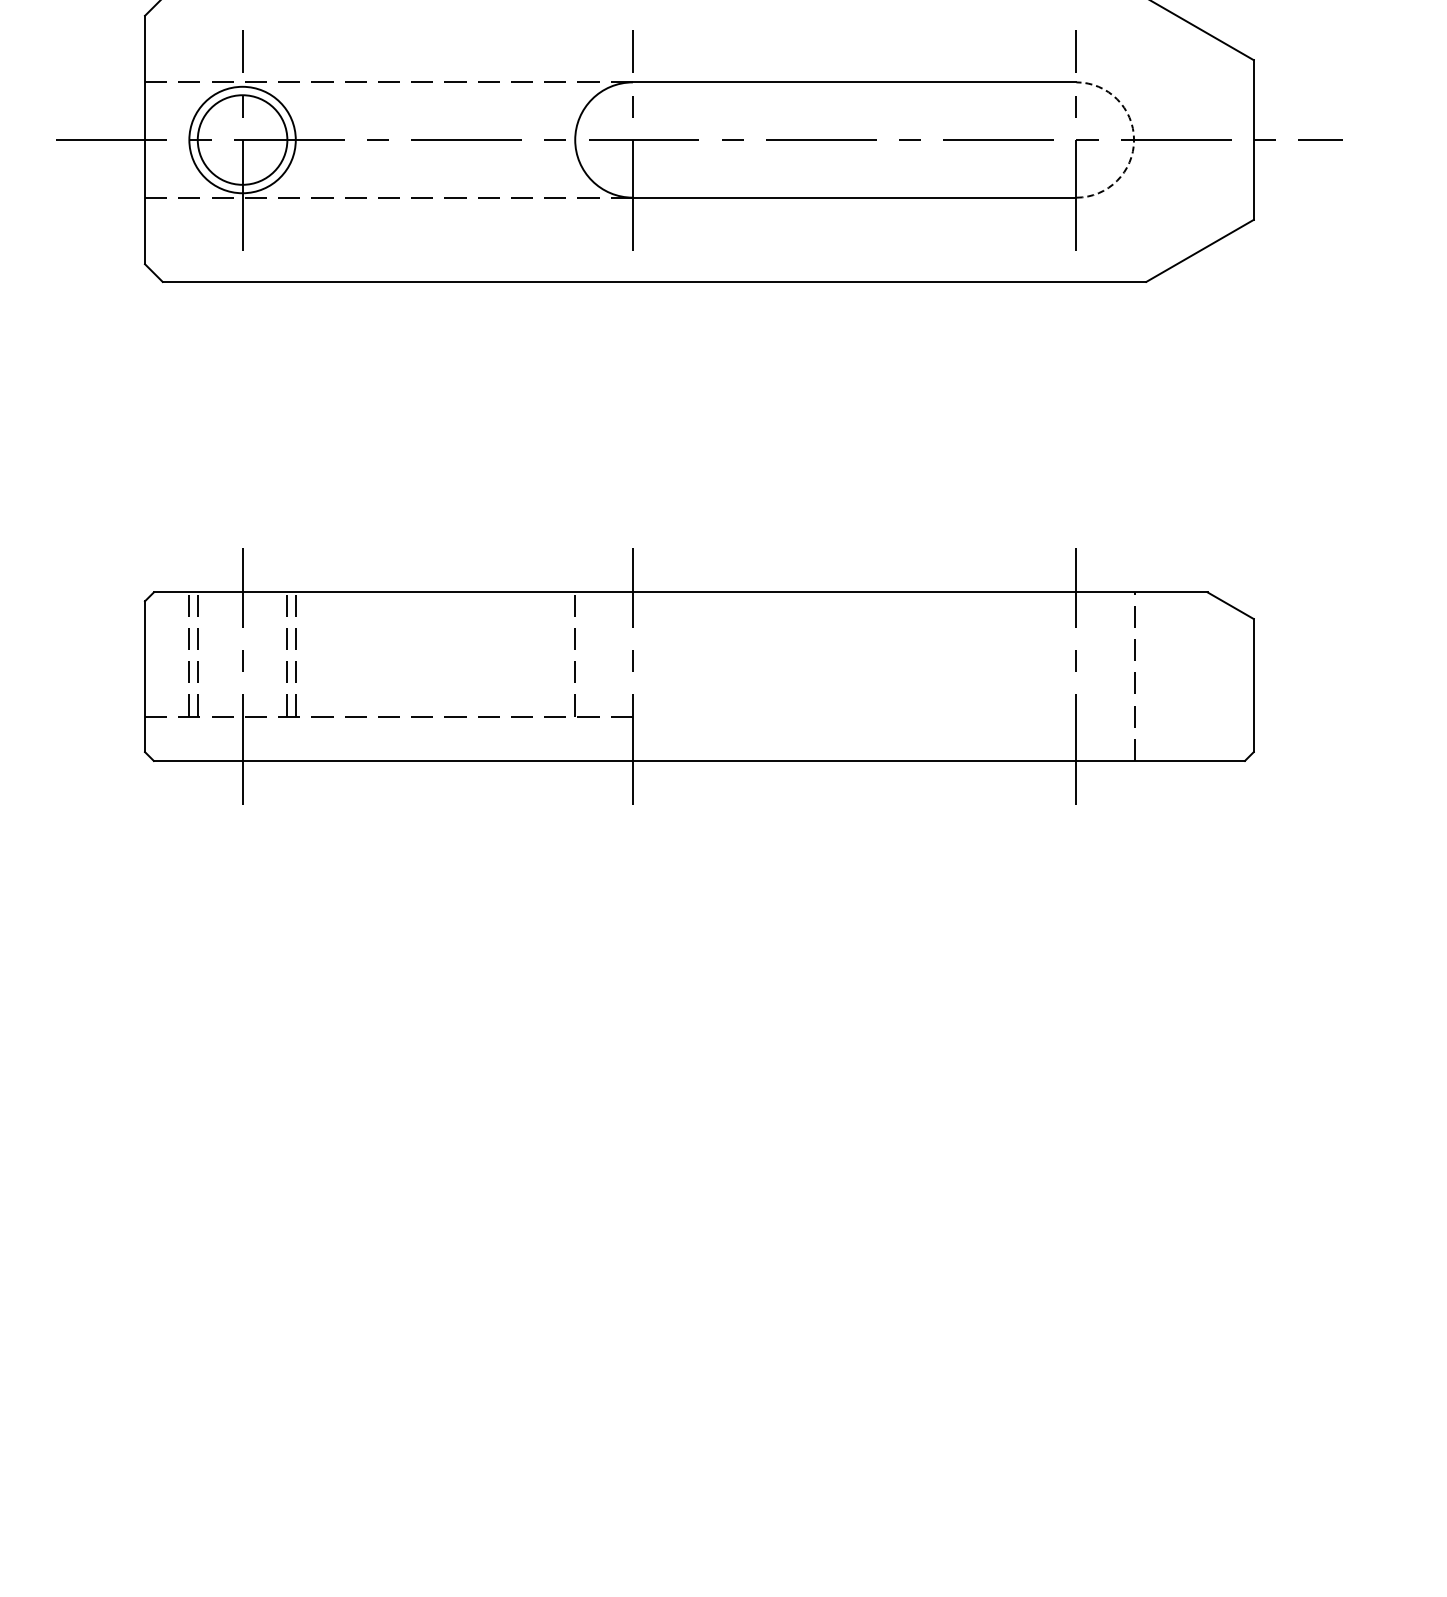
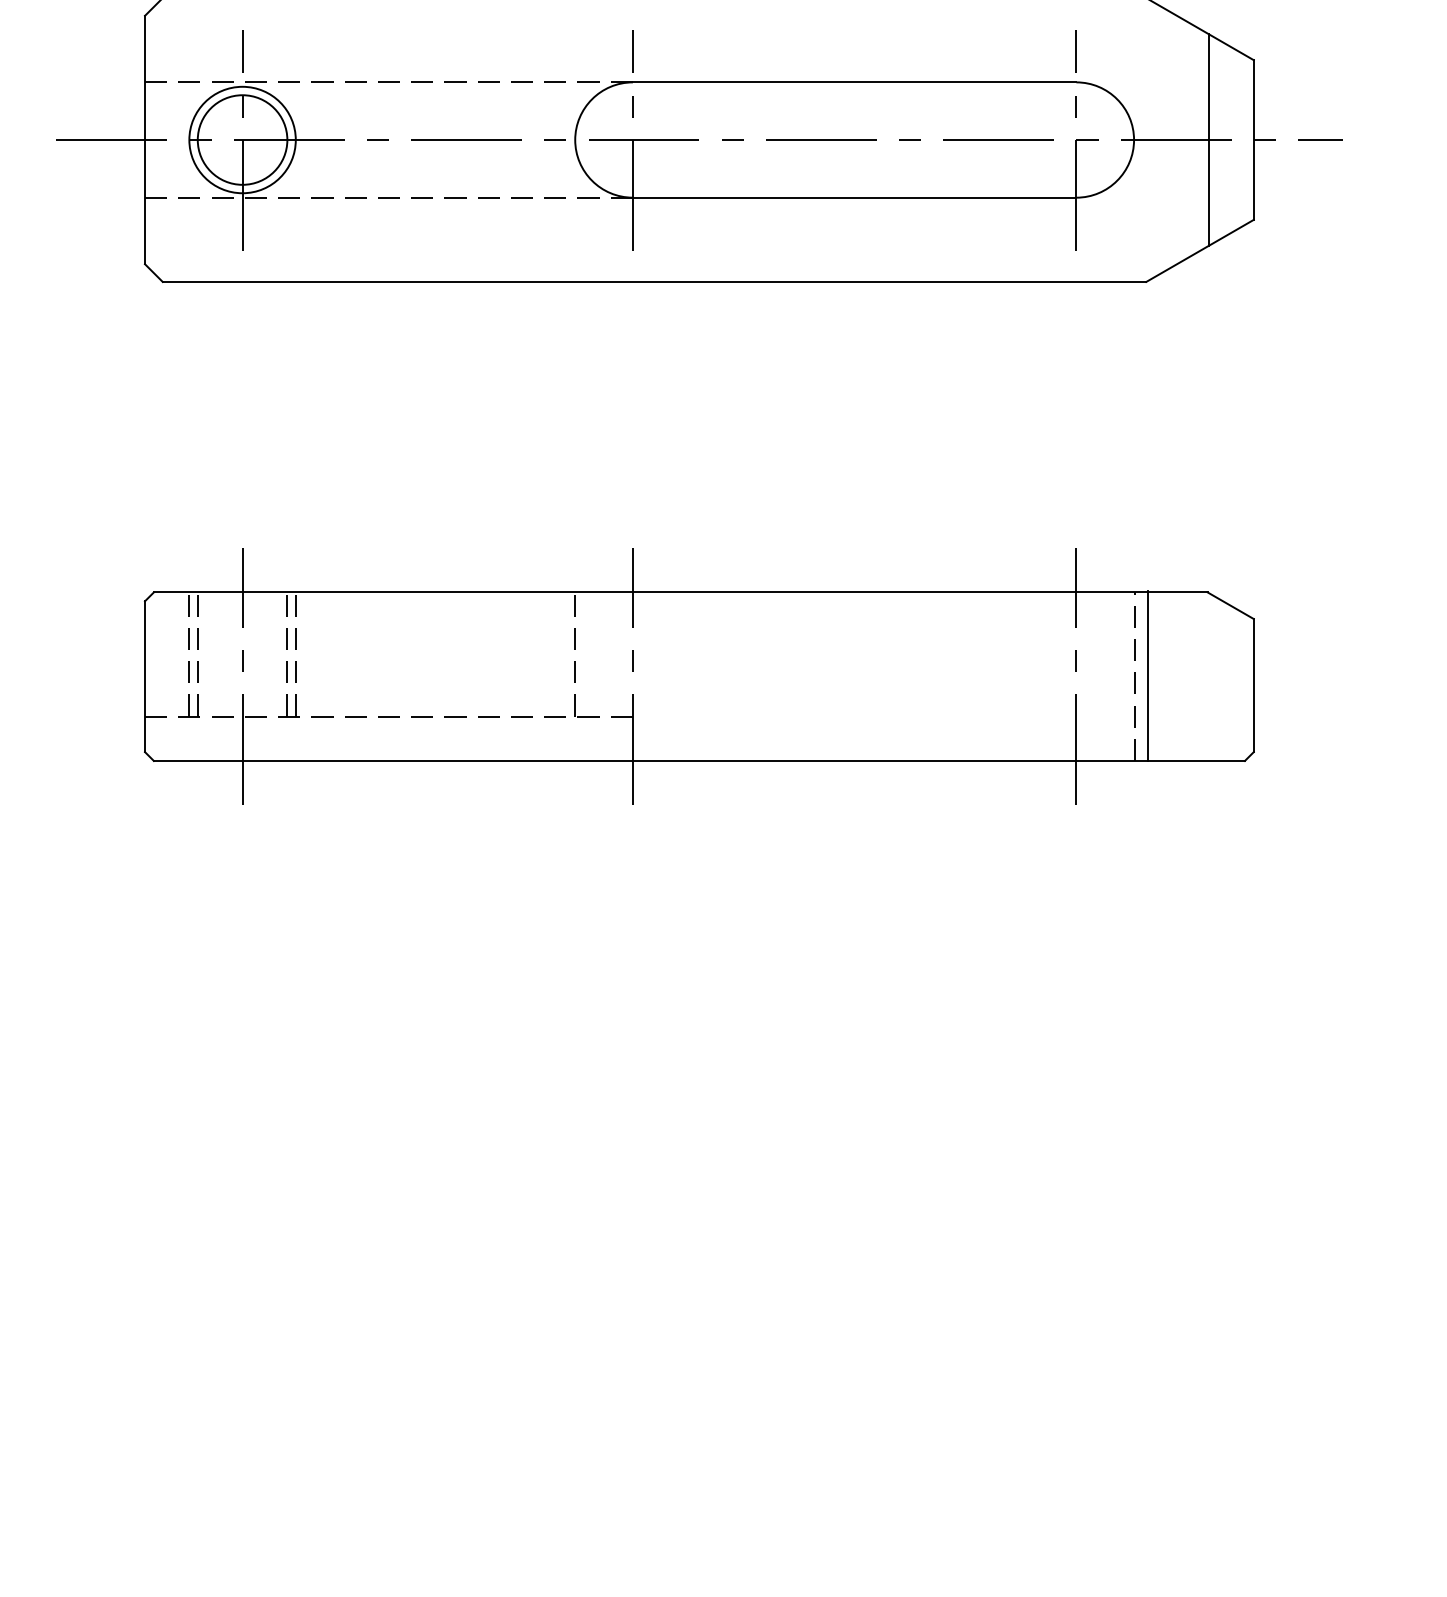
line at (1209, 139): none -> present
arc at (1134, 140): dashed -> solid
line at (1148, 675): none -> present
